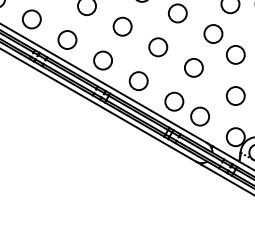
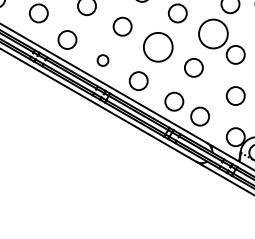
circle at (31, 19) position: (31, 19) -> (38, 13)
circle at (213, 34) diameter: 18 px -> 29 px
circle at (158, 47) diameter: 18 px -> 29 px
circle at (102, 60) size: 20x21 px -> 14x13 px
